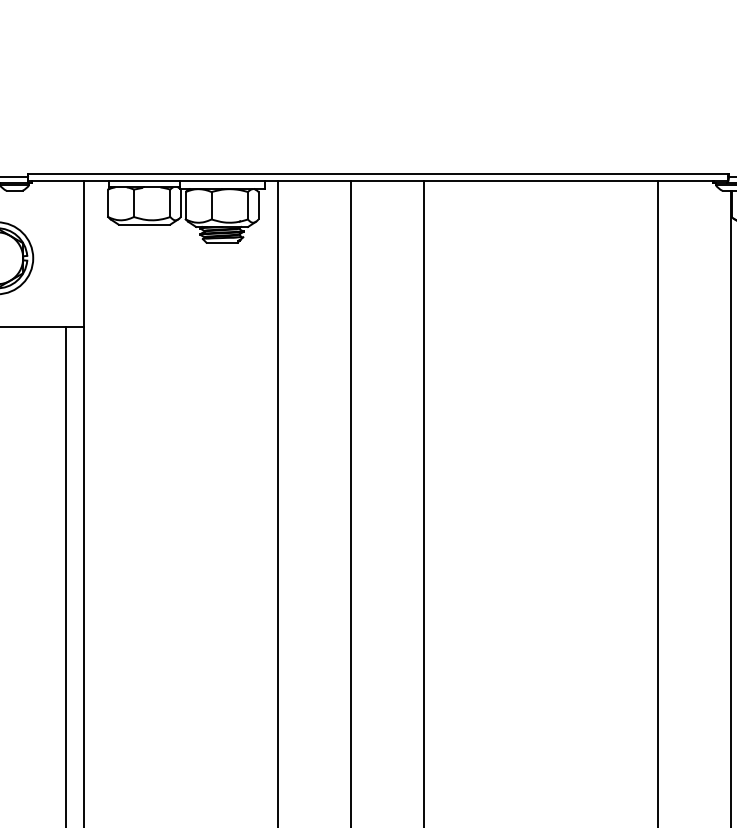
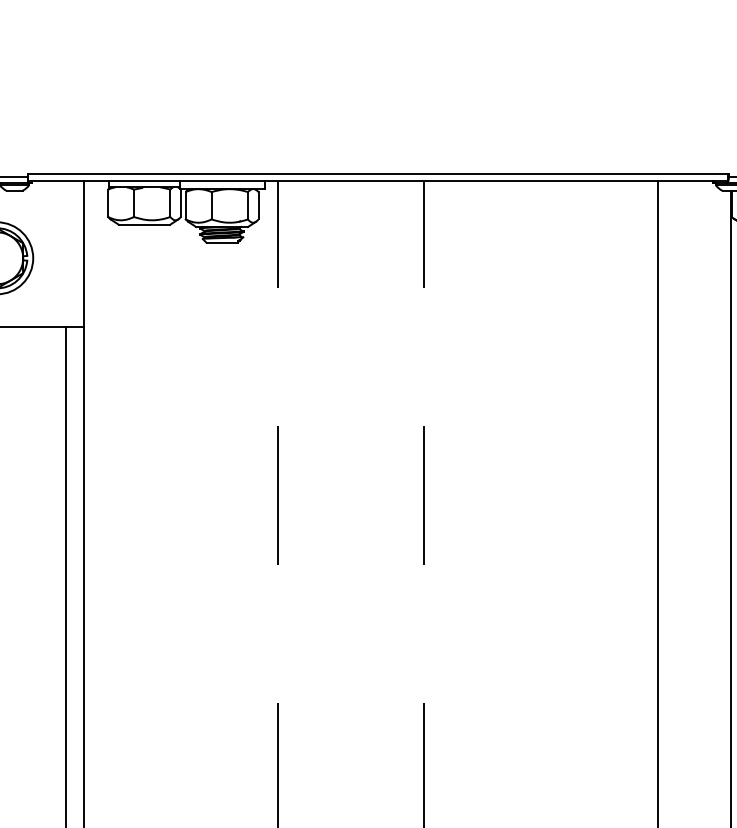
line at (350, 502): present -> none
line at (277, 503): solid -> dashed
line at (424, 503): solid -> dashed
